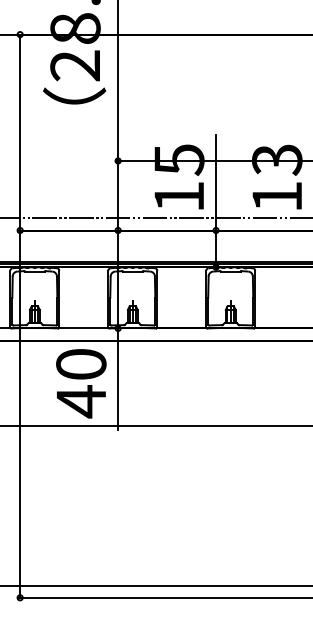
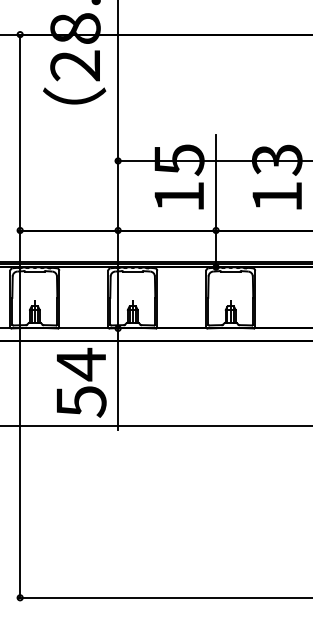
line at (155, 218): present -> none
text at (81, 382): 40 -> 54
line at (155, 585): present -> none
